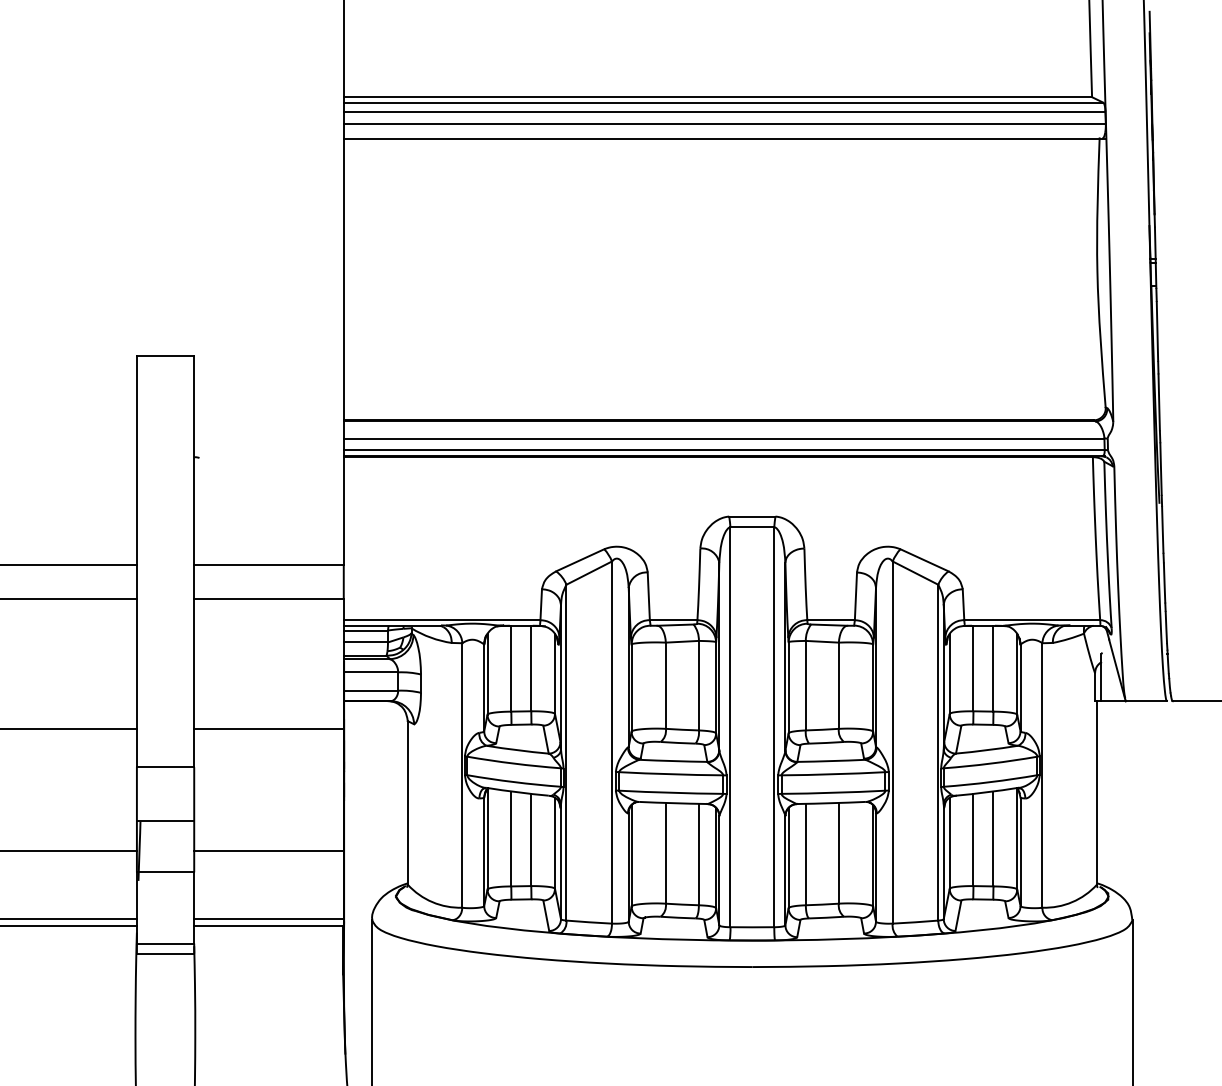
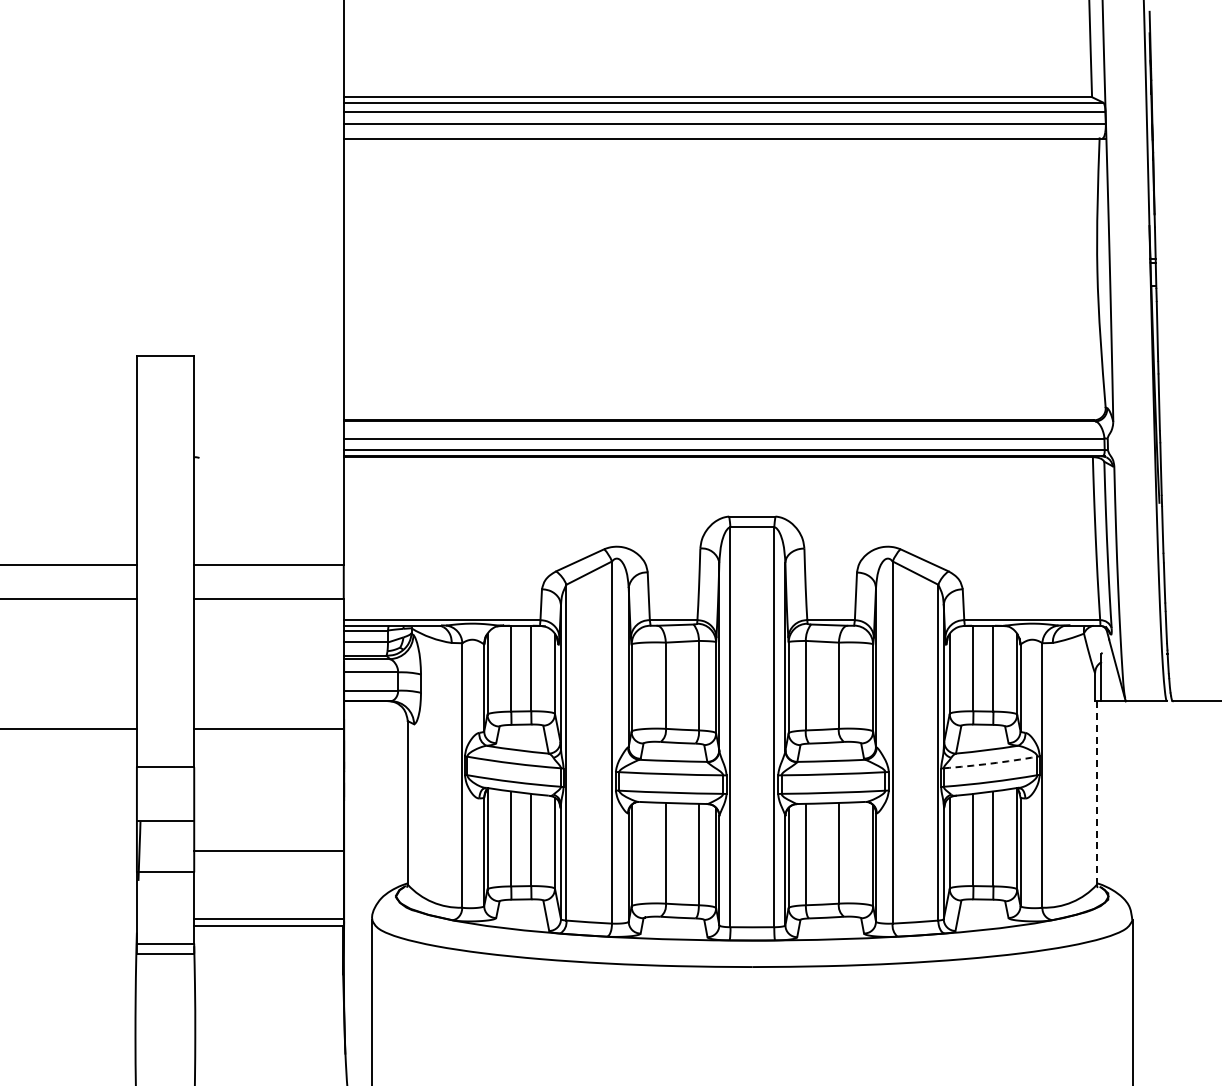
arc at (990, 763): solid -> dashed
line at (1096, 792): solid -> dashed
line at (69, 851): present -> none
line at (69, 918): present -> none
line at (69, 925): present -> none
